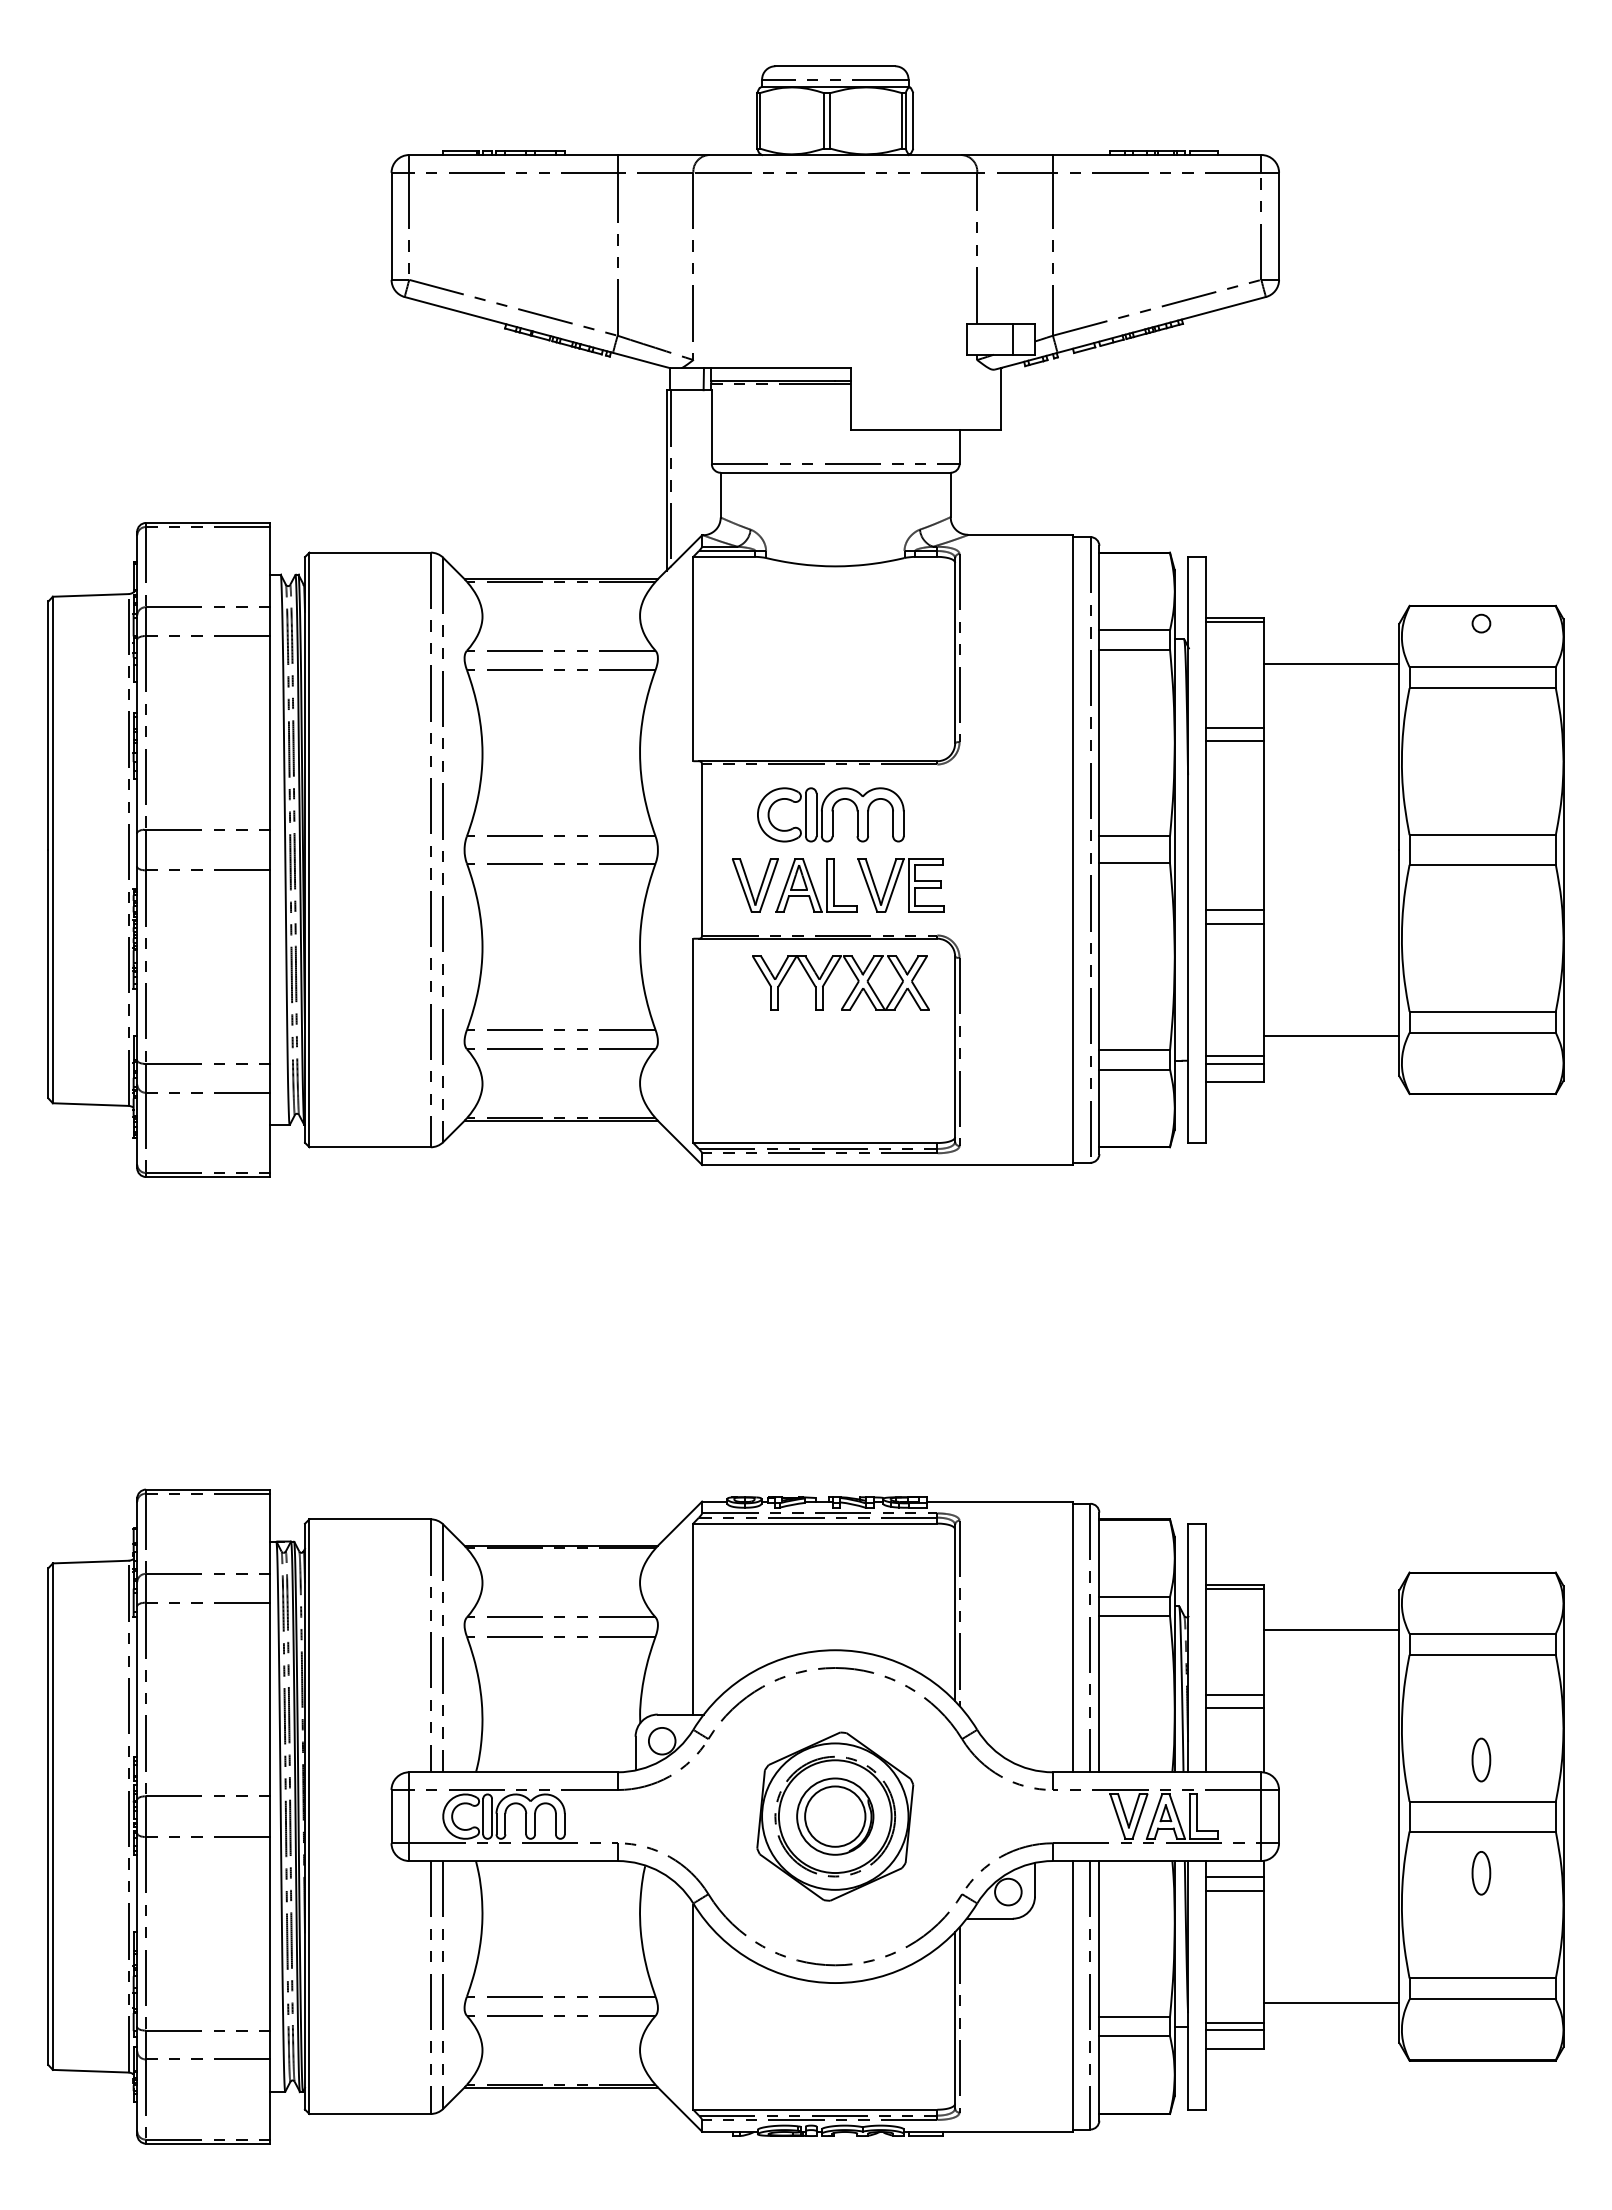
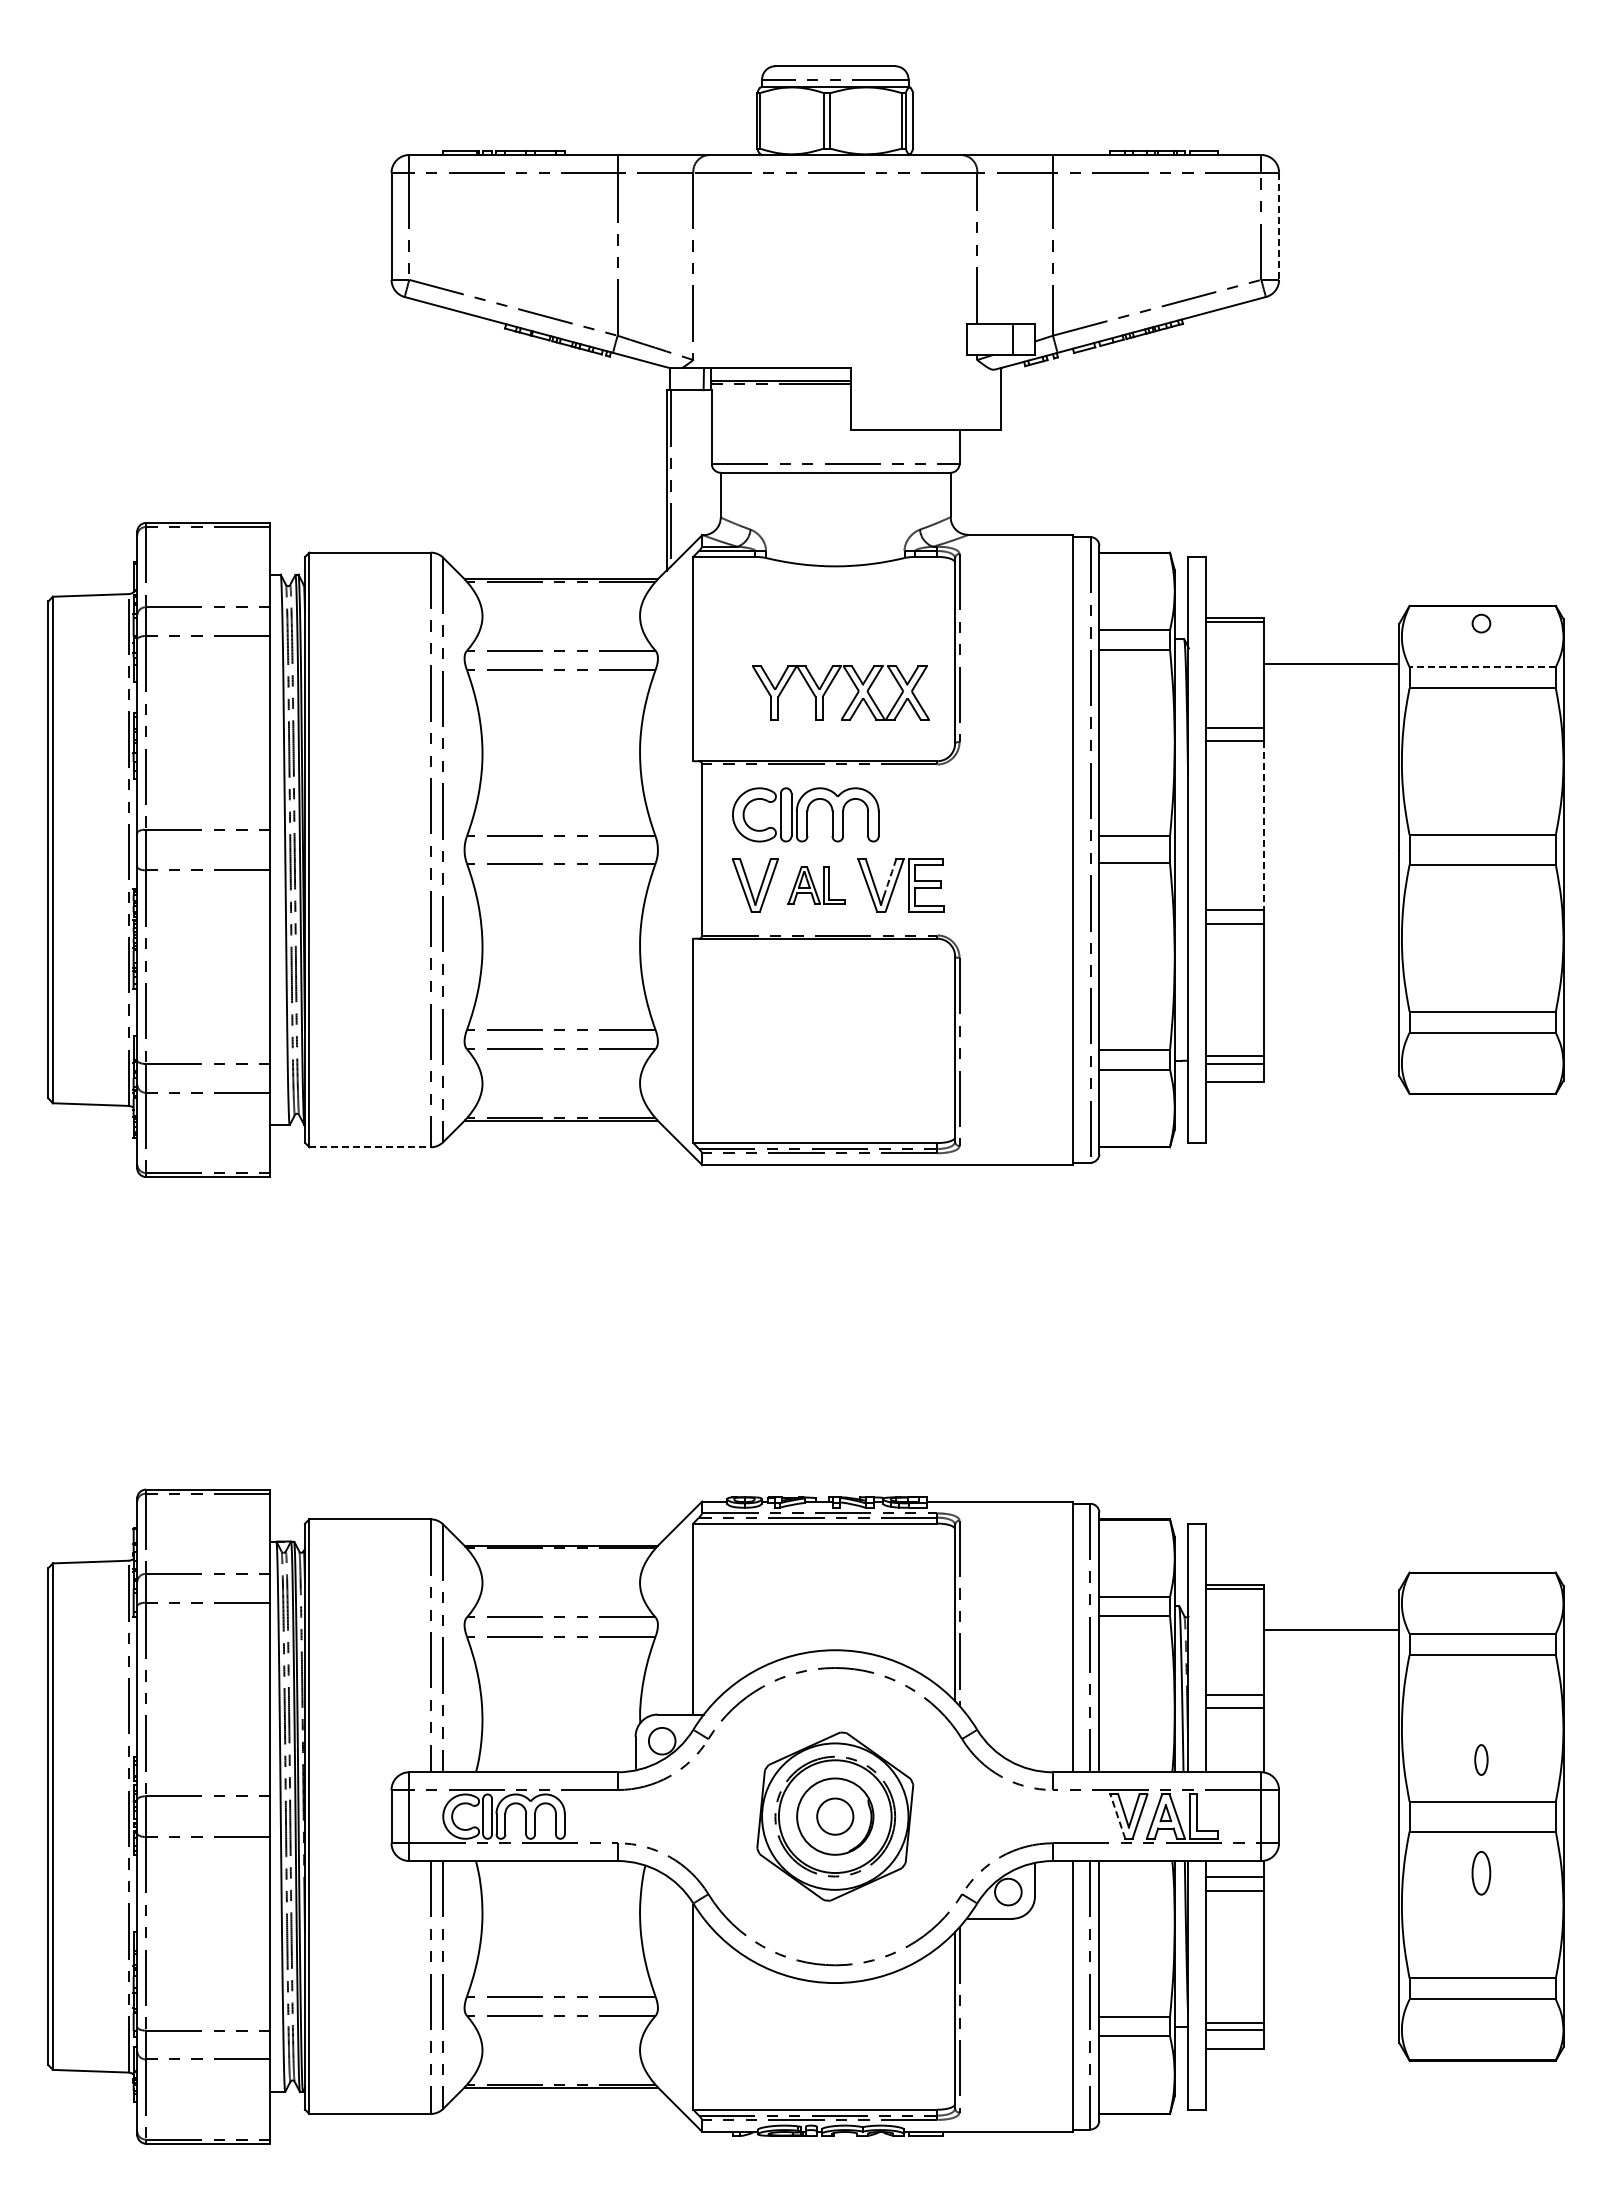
line at (1279, 226): solid -> dashed
line at (1482, 667): solid -> dashed
part at (830, 814) position: (830, 814) -> (805, 814)
line at (1263, 826): solid -> dashed
line at (890, 878): solid -> dashed
part at (816, 885) size: 83x55 px -> 59x39 px
part at (831, 974) position: (831, 974) -> (831, 684)
line at (1331, 1036): present -> none
line at (370, 1147): solid -> dashed
part at (1481, 1759) size: 21x46 px -> 15x32 px
circle at (835, 1816) diameter: 60 px -> 36 px
line at (1117, 1816): solid -> dashed
line at (1331, 2003): present -> none
